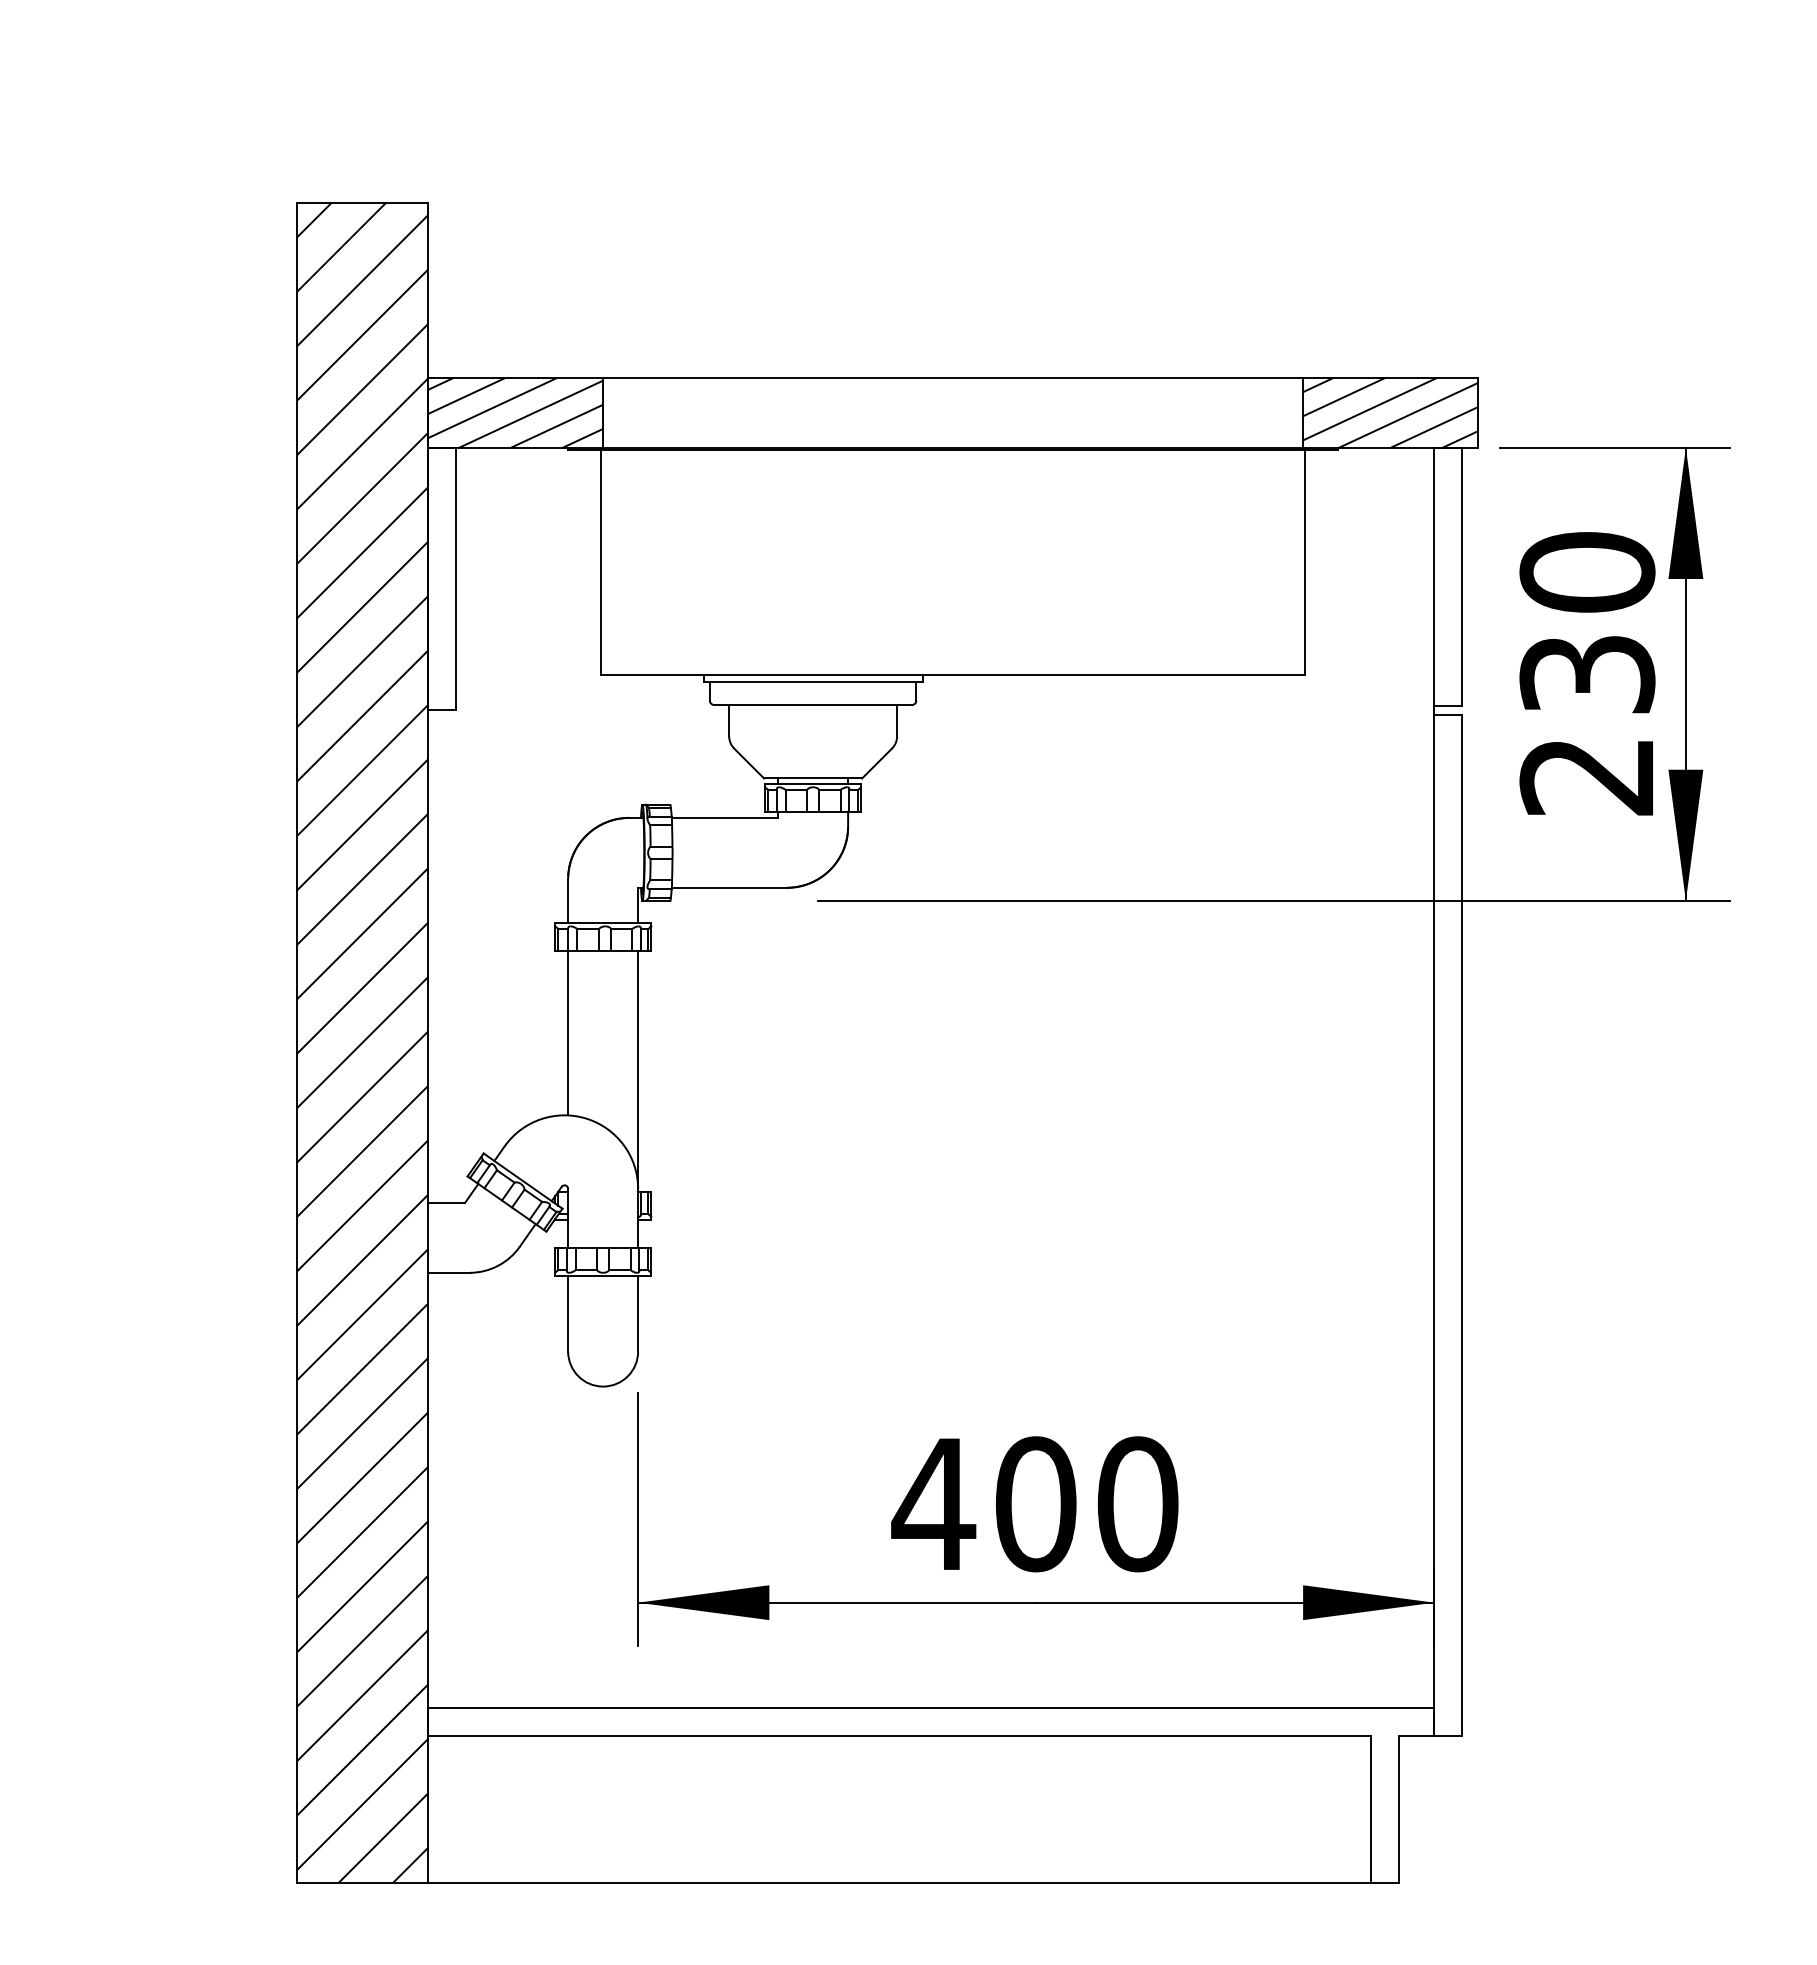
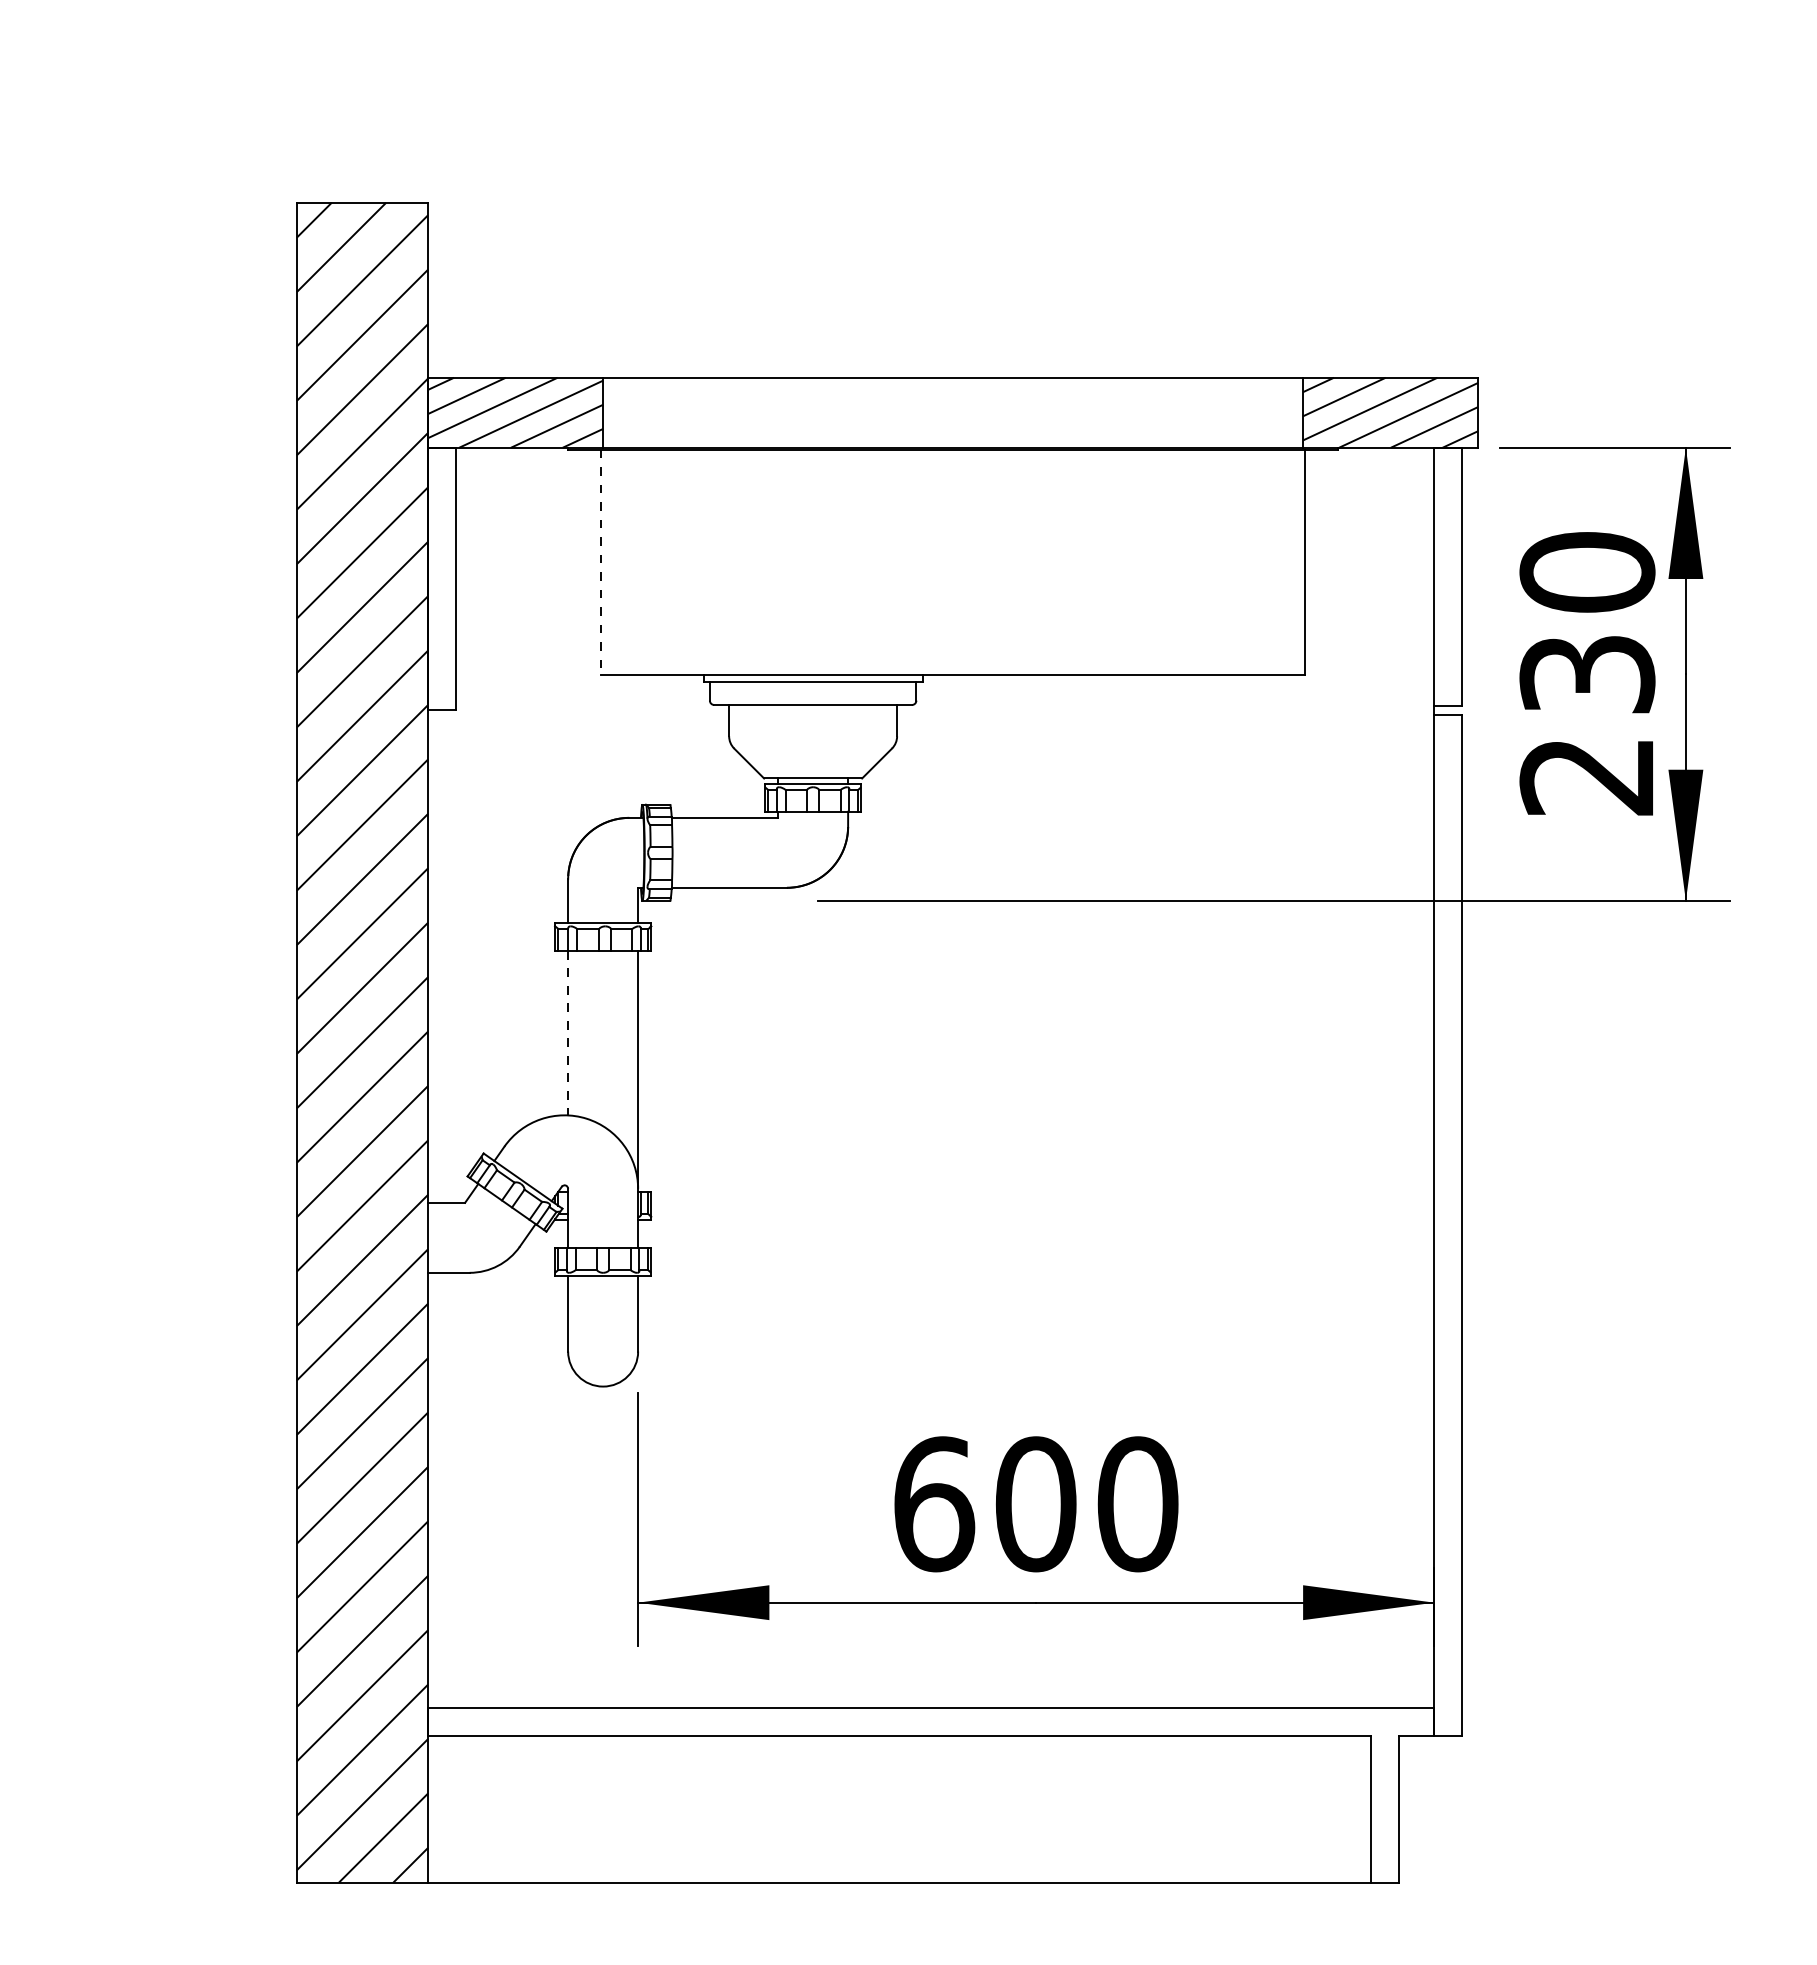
line at (601, 562): solid -> dashed
line at (568, 1033): solid -> dashed
text at (933, 1504): 400 -> 600
